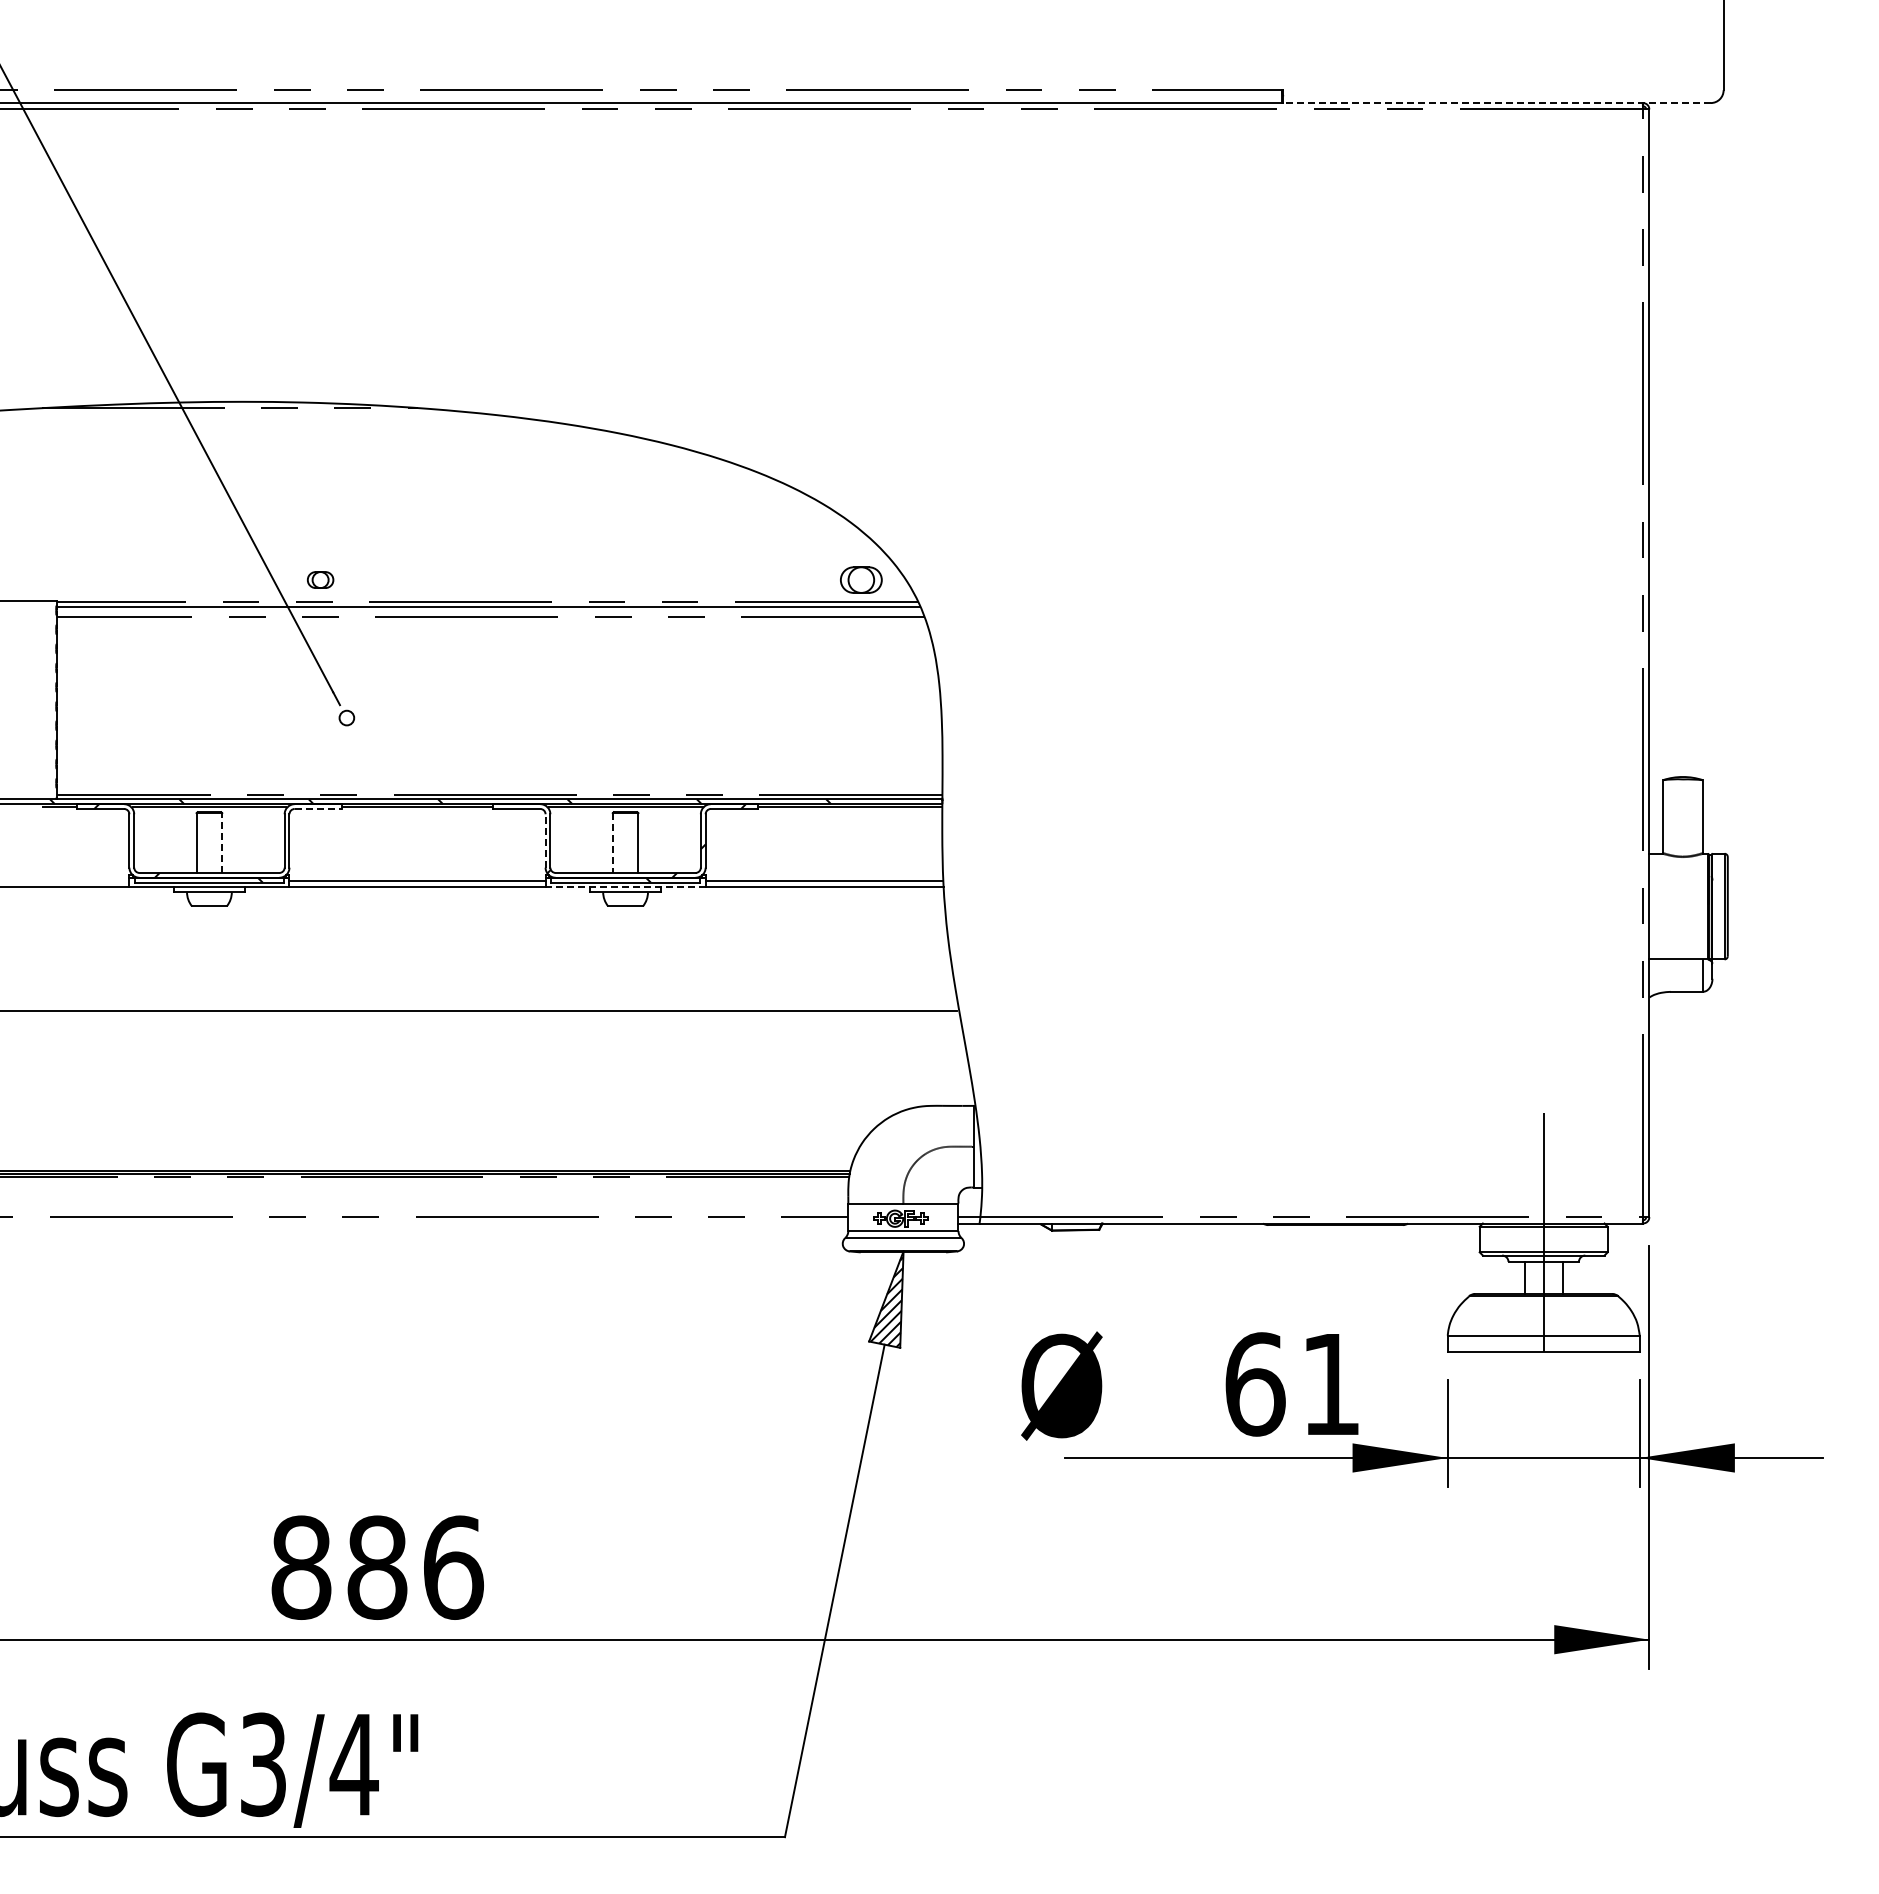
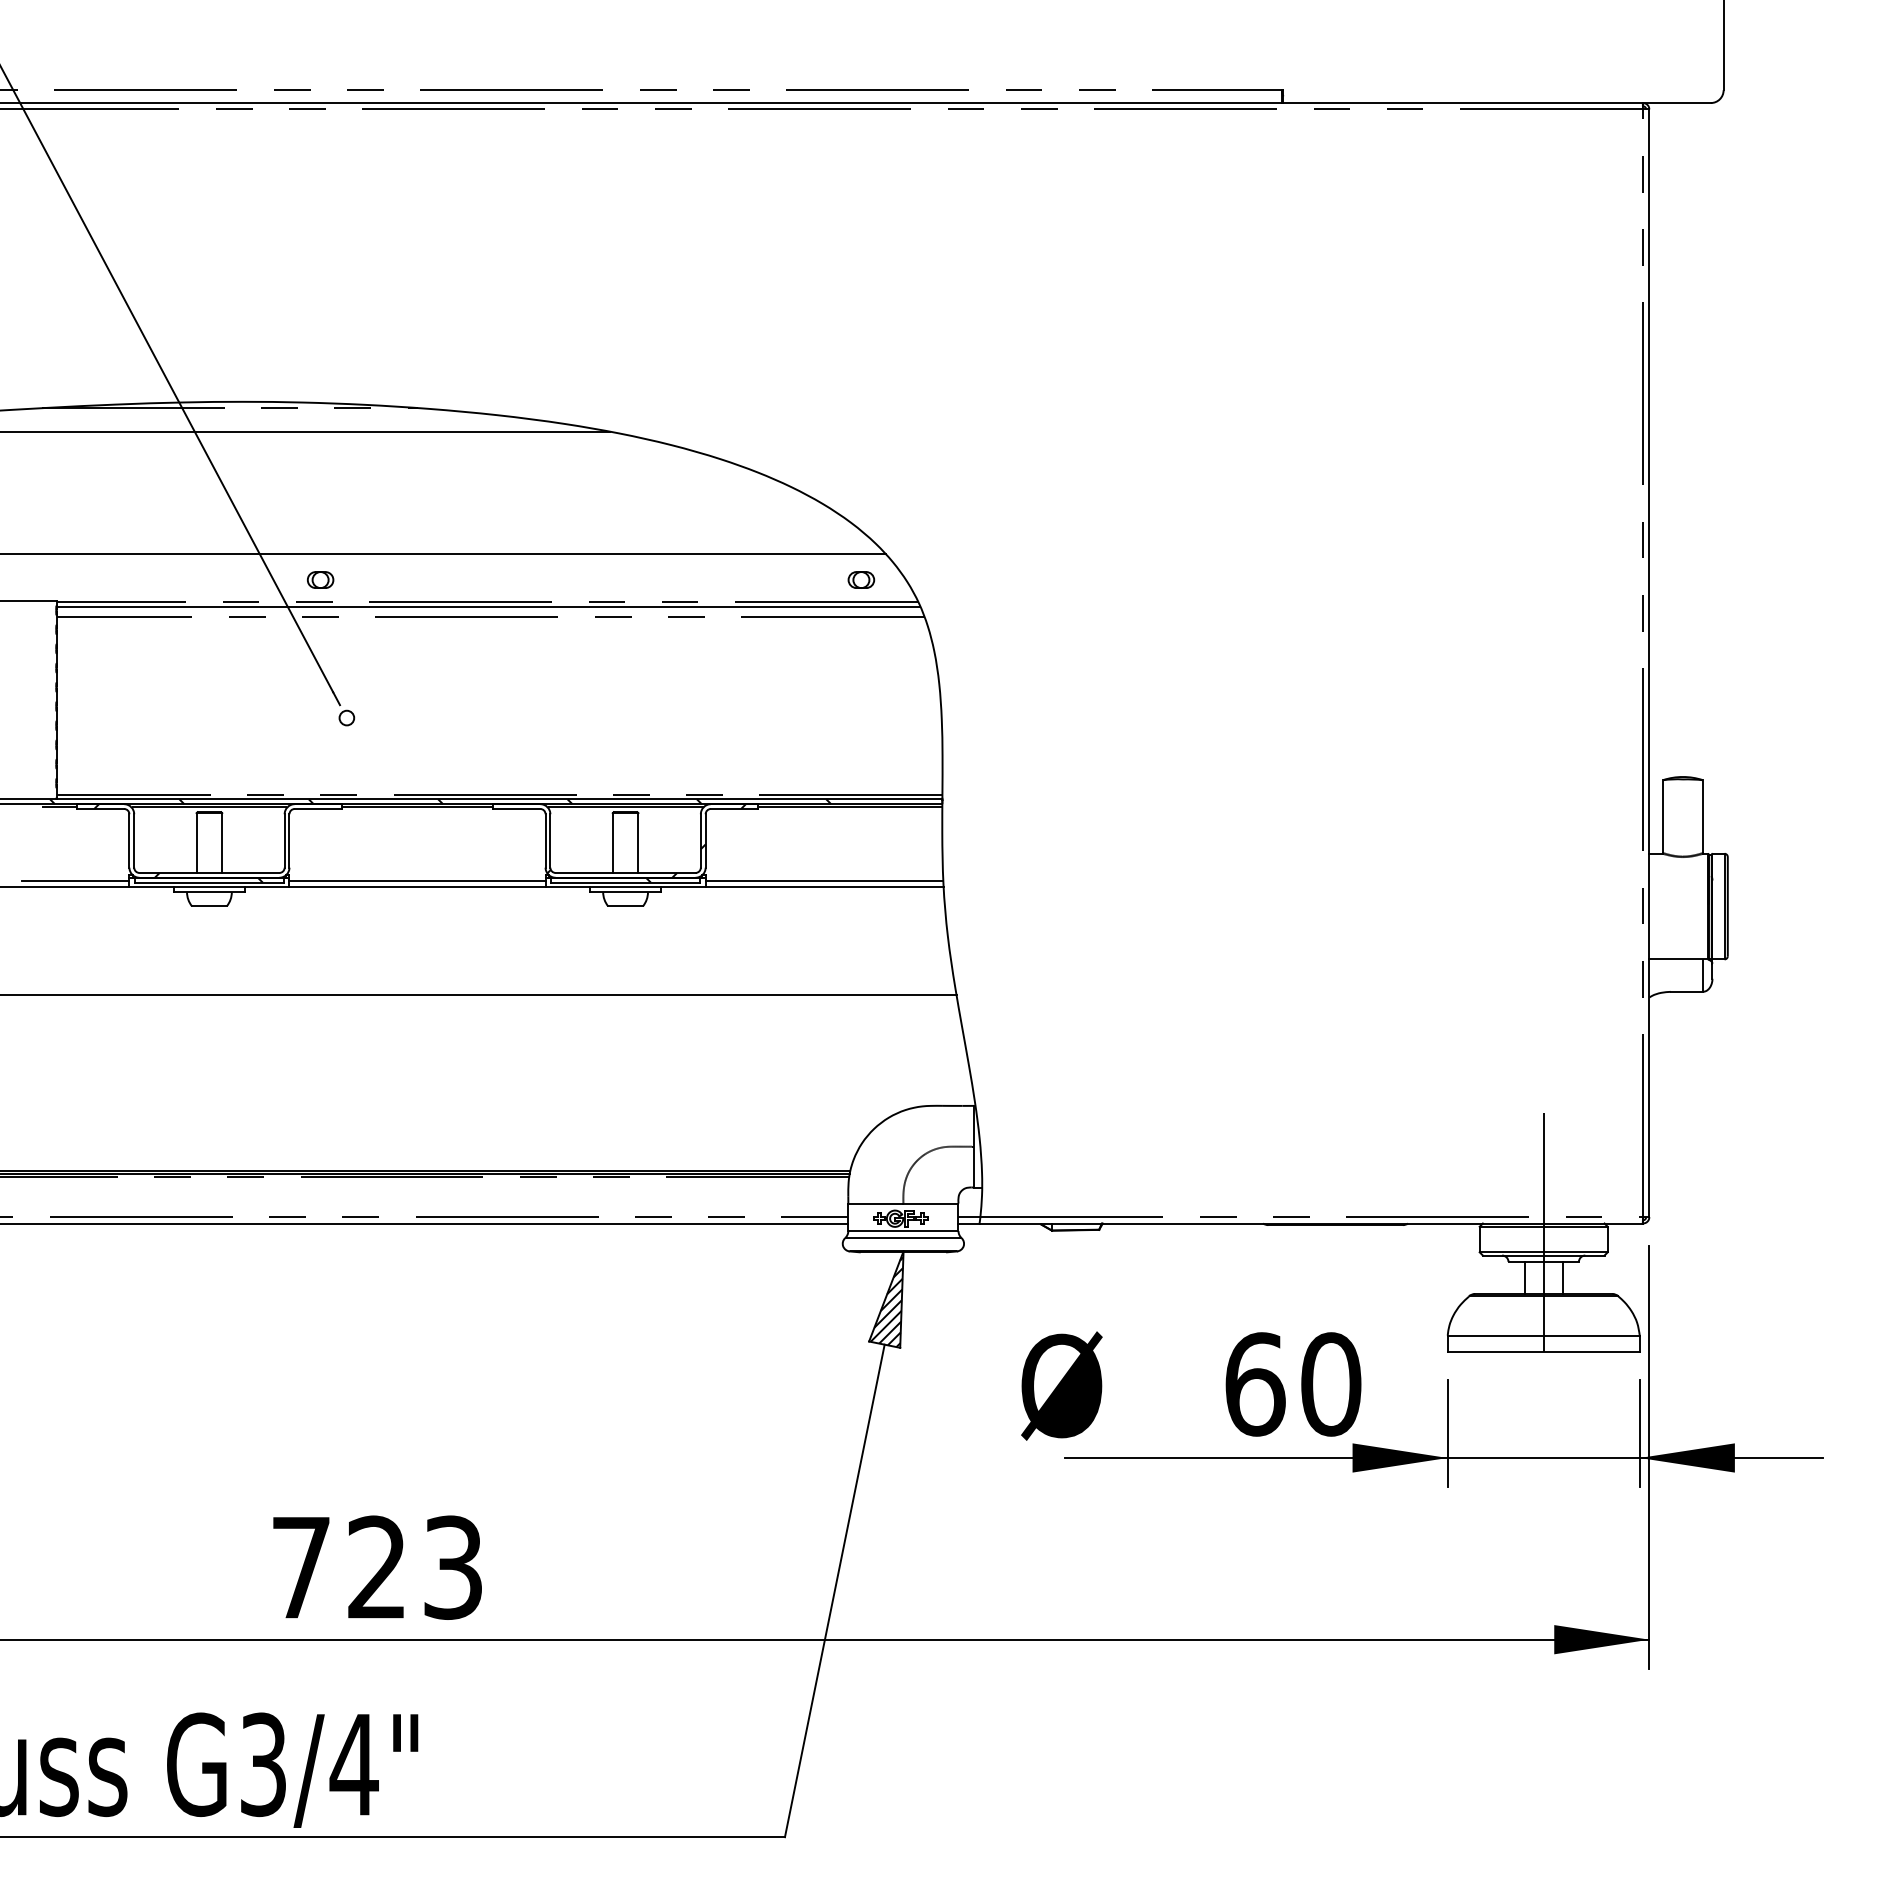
line at (1497, 103): dashed -> solid
line at (305, 431): none -> present
line at (443, 554): none -> present
part at (861, 579) size: 43x28 px -> 29x18 px
line at (318, 808): dashed -> solid
line at (545, 840): dashed -> solid
line at (222, 843): dashed -> solid
line at (612, 843): dashed -> solid
line at (75, 881): none -> present
line at (625, 887): dashed -> solid
line at (479, 1011) position: (479, 1011) -> (479, 995)
line at (425, 1223): none -> present
text at (1331, 1384): 61 -> 60
text at (377, 1567): 886 -> 723
